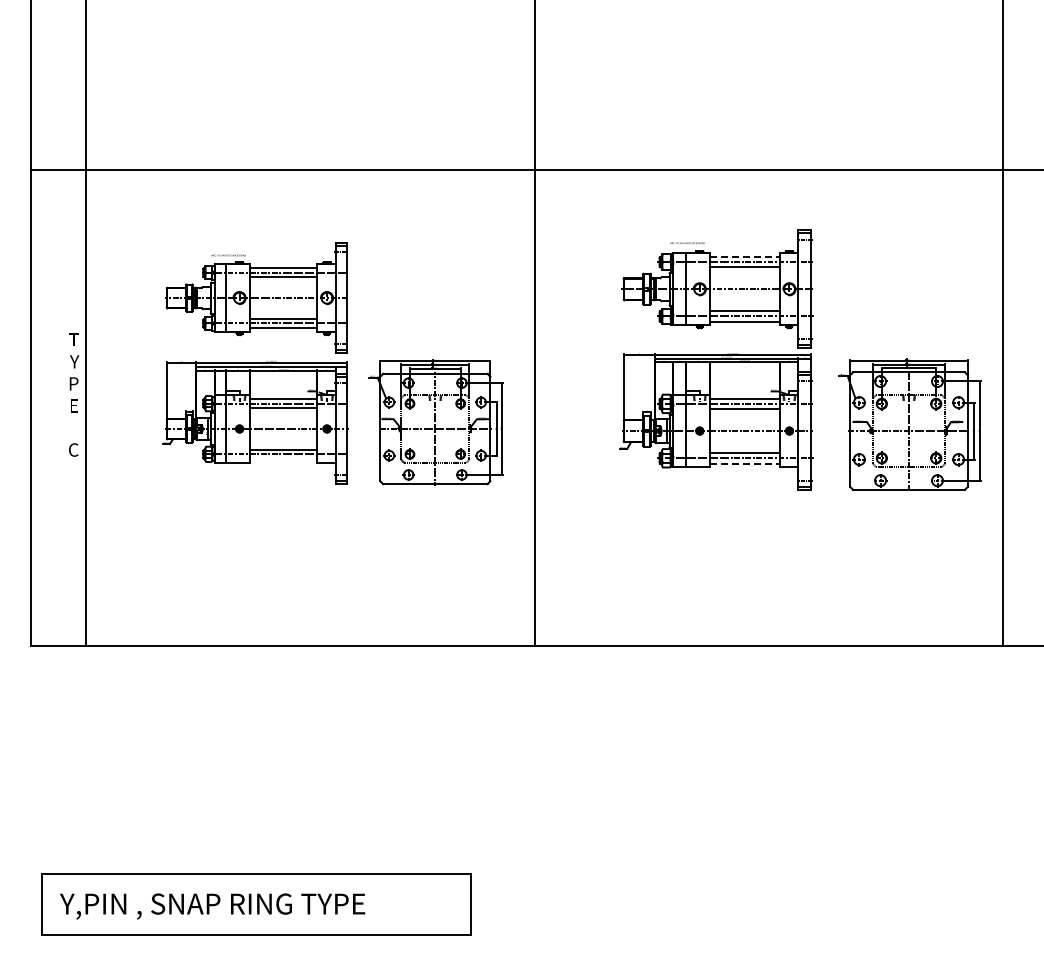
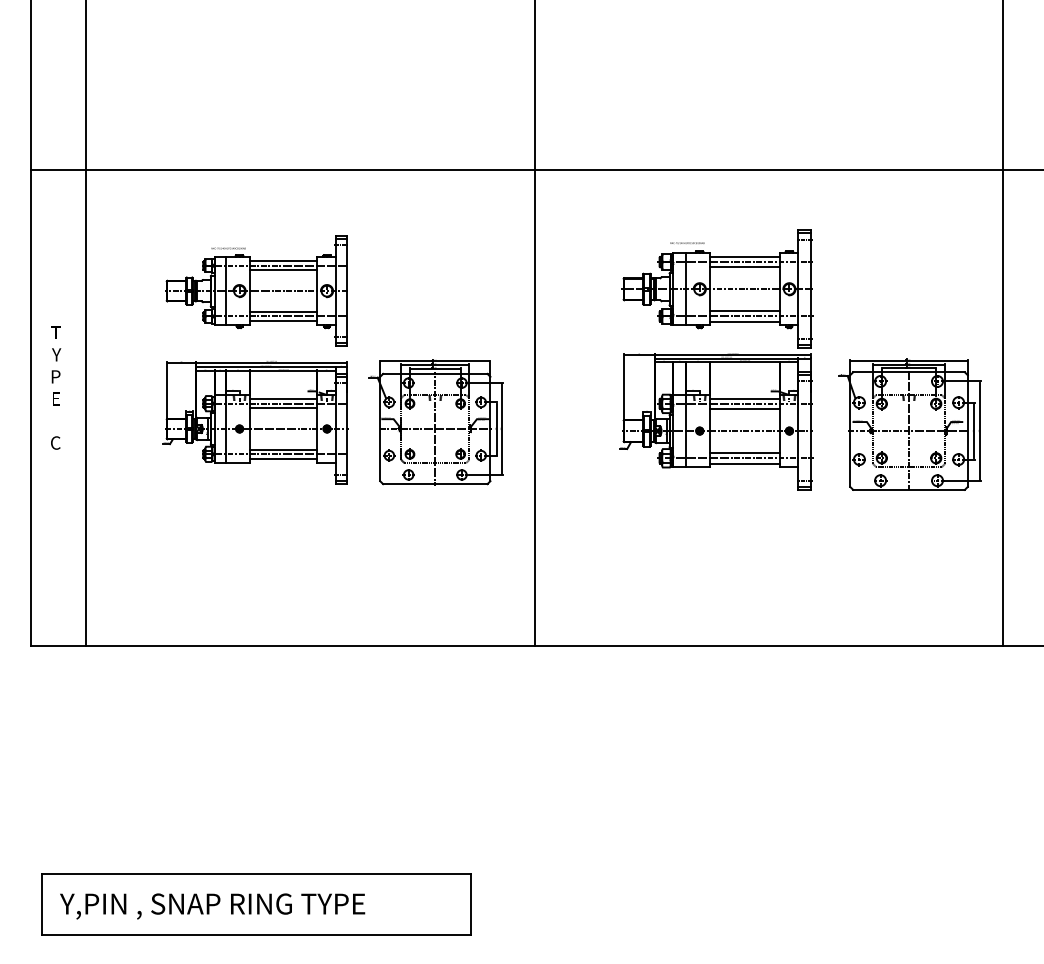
line at (744, 256): dashed -> solid
part at (256, 297) position: (256, 297) -> (256, 290)
text at (74, 394) position: (74, 394) -> (56, 387)
line at (283, 458): none -> present
line at (744, 463): dashed -> solid
